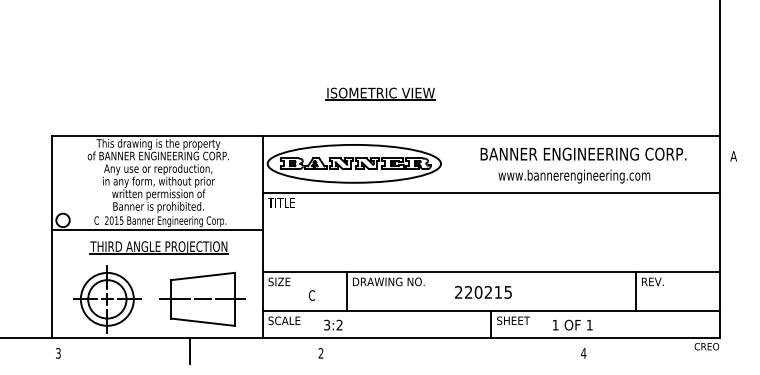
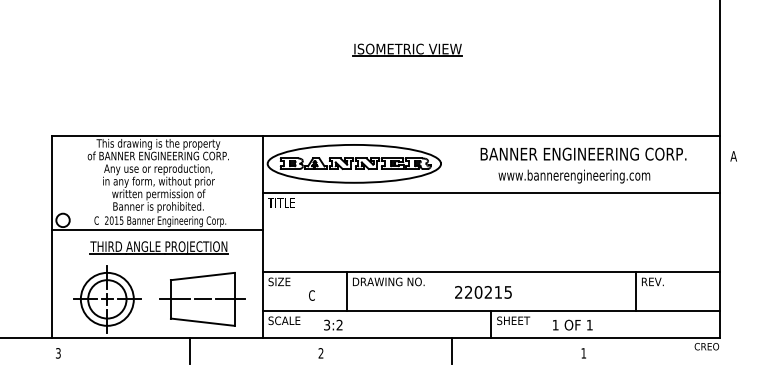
part at (380, 93) position: (380, 93) -> (407, 49)
line at (452, 350): none -> present
text at (583, 353): 4 -> 1
